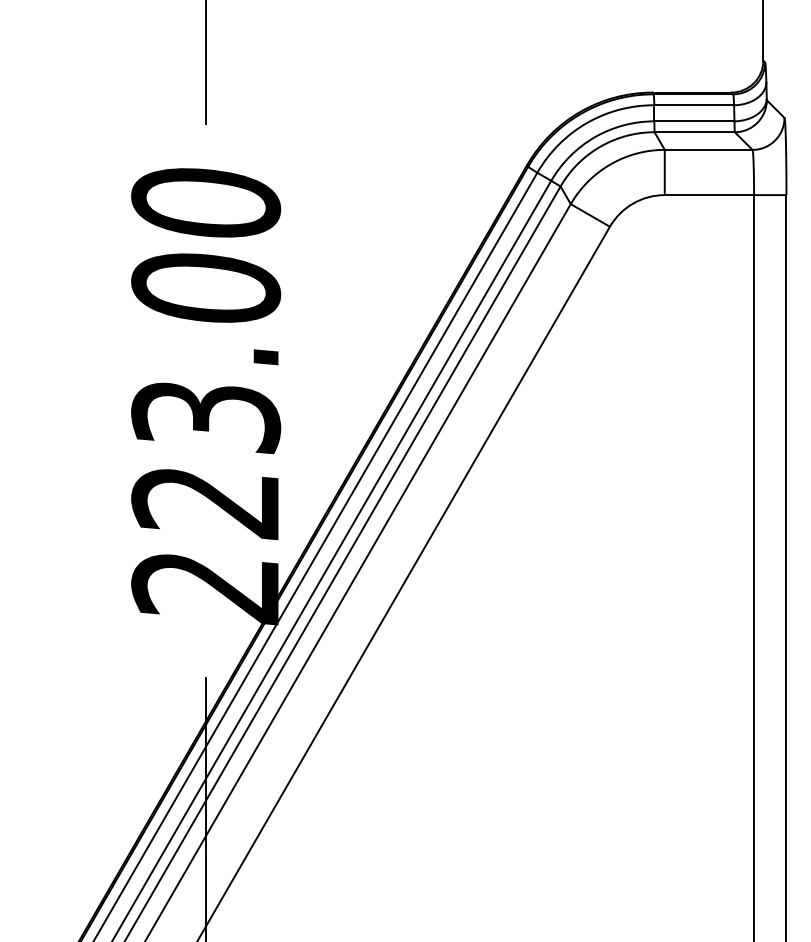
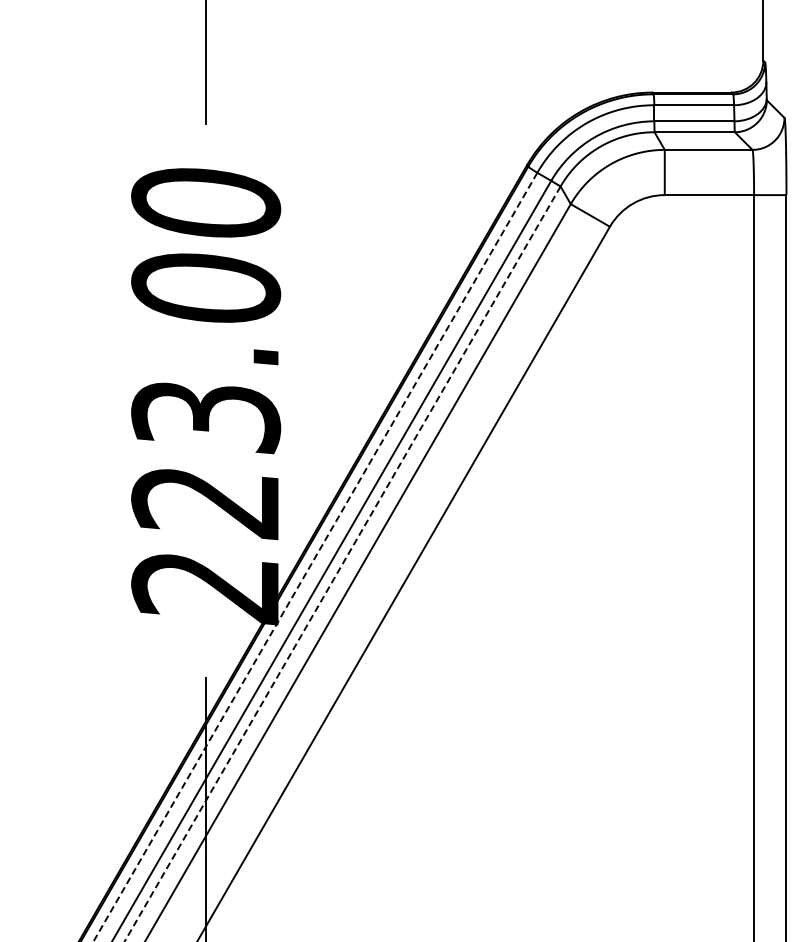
line at (315, 557): solid -> dashed
line at (342, 564): solid -> dashed
